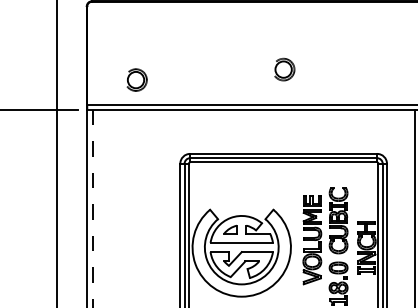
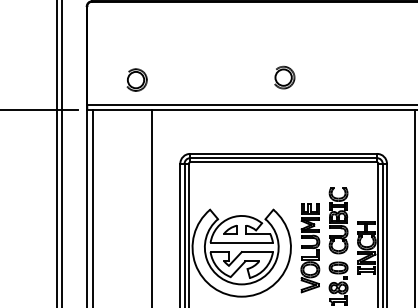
part at (284, 69) position: (284, 69) -> (284, 77)
line at (62, 153): none -> present
line at (151, 206): none -> present
line at (92, 208): dashed -> solid
part at (312, 240) position: (312, 240) -> (310, 248)
